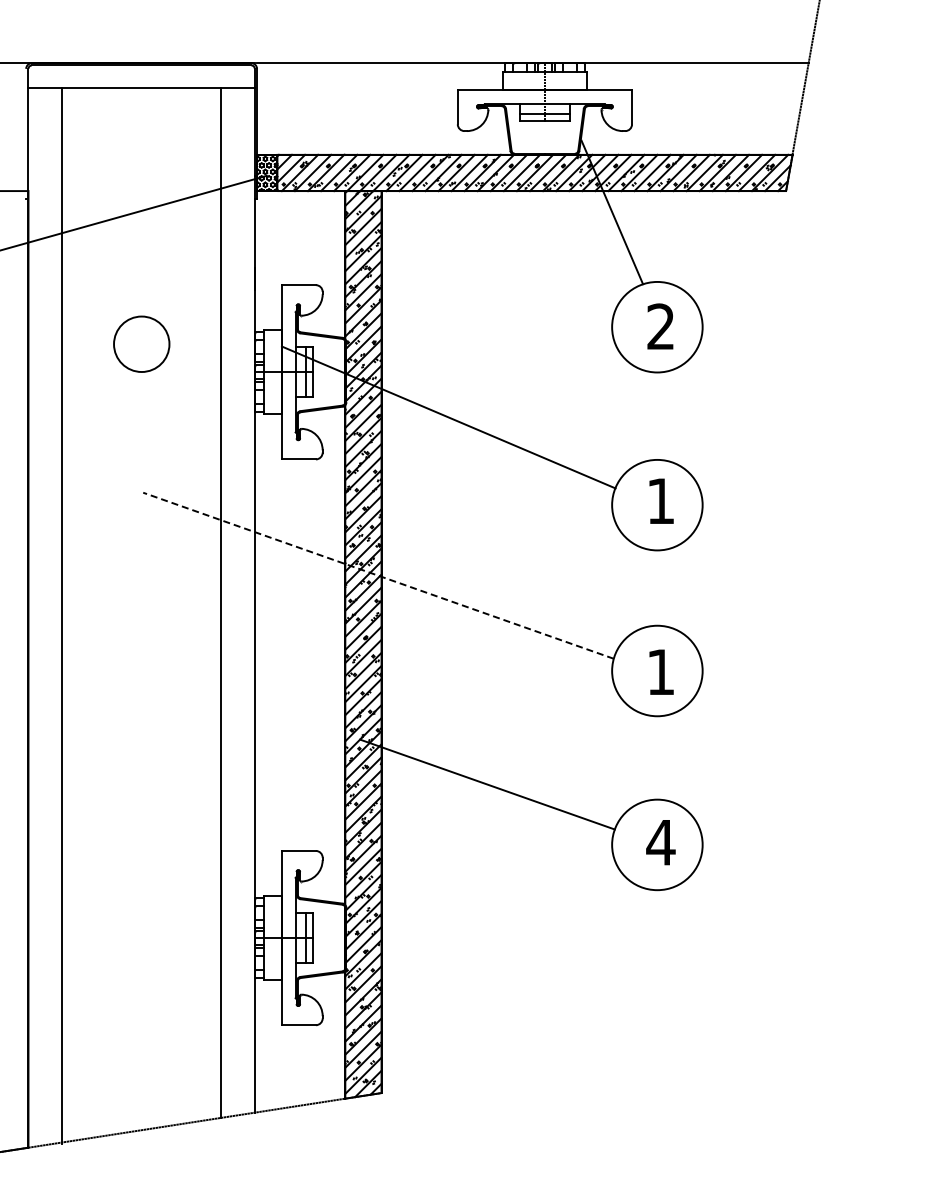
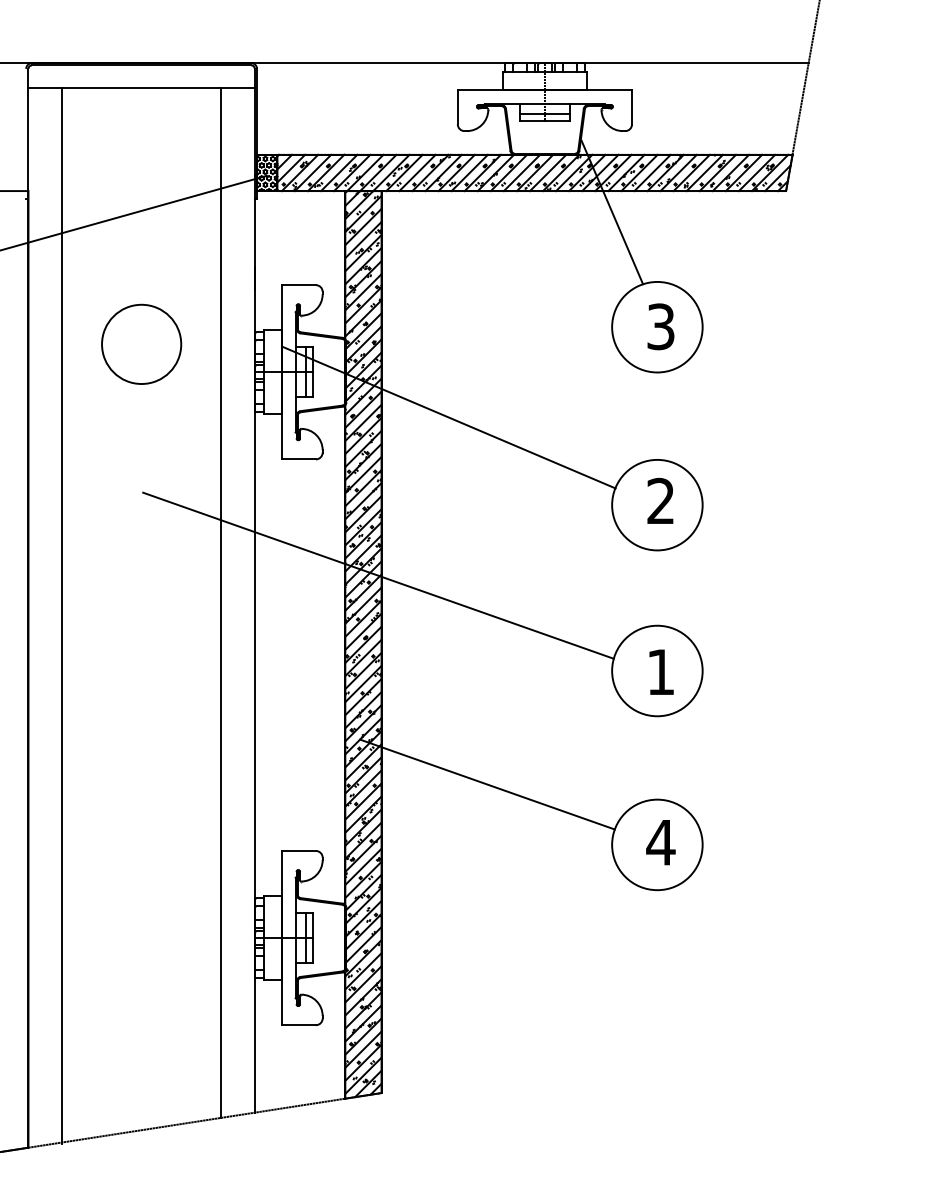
text at (660, 326): 2 -> 3
circle at (141, 343) size: 58x58 px -> 82x82 px
text at (660, 500): 1 -> 2
line at (378, 575): dashed -> solid
